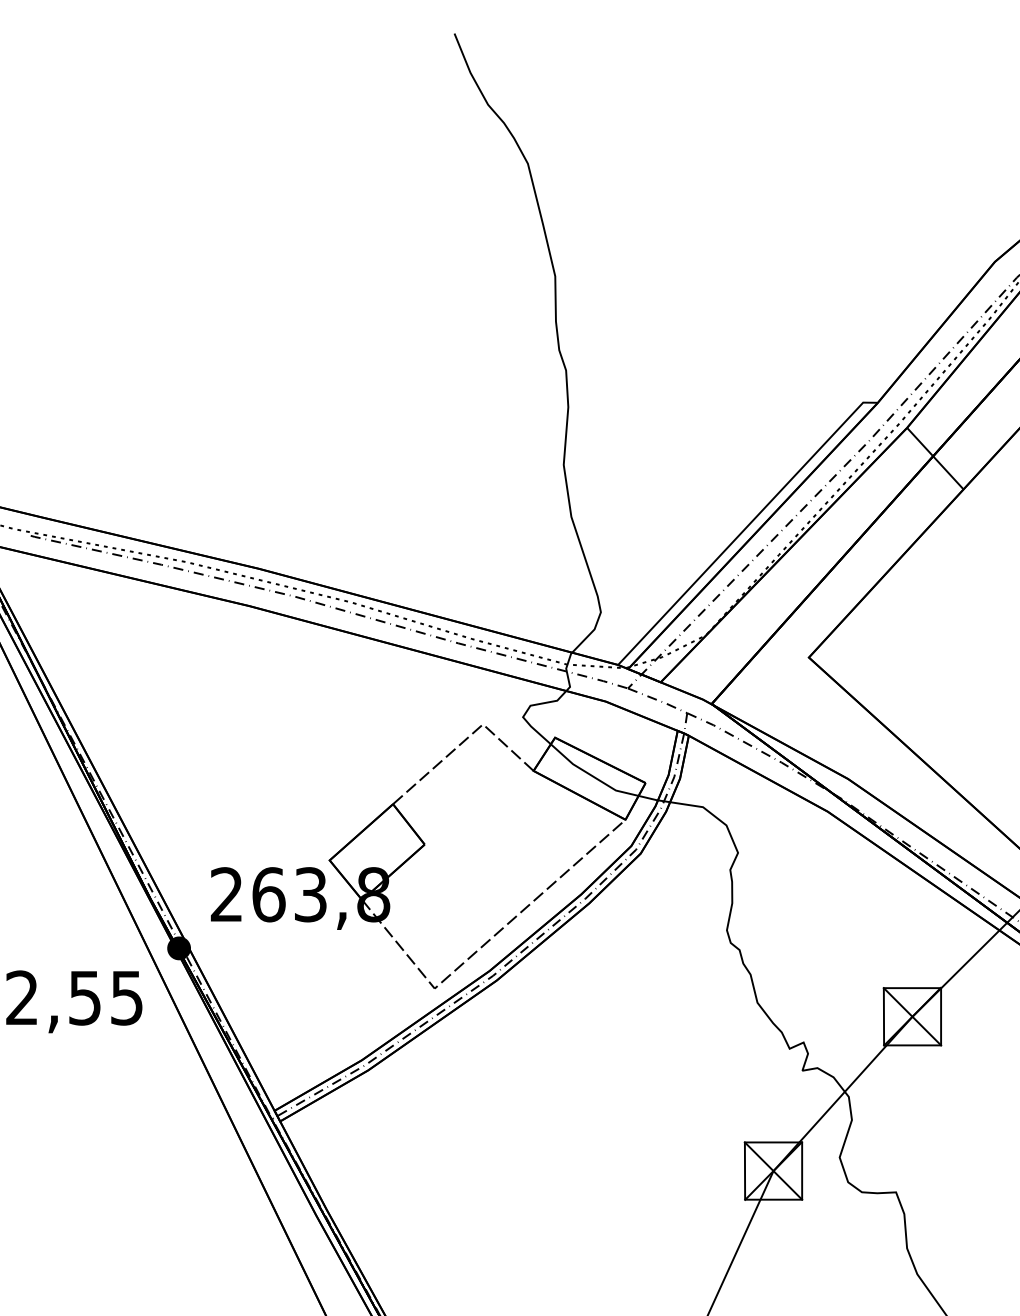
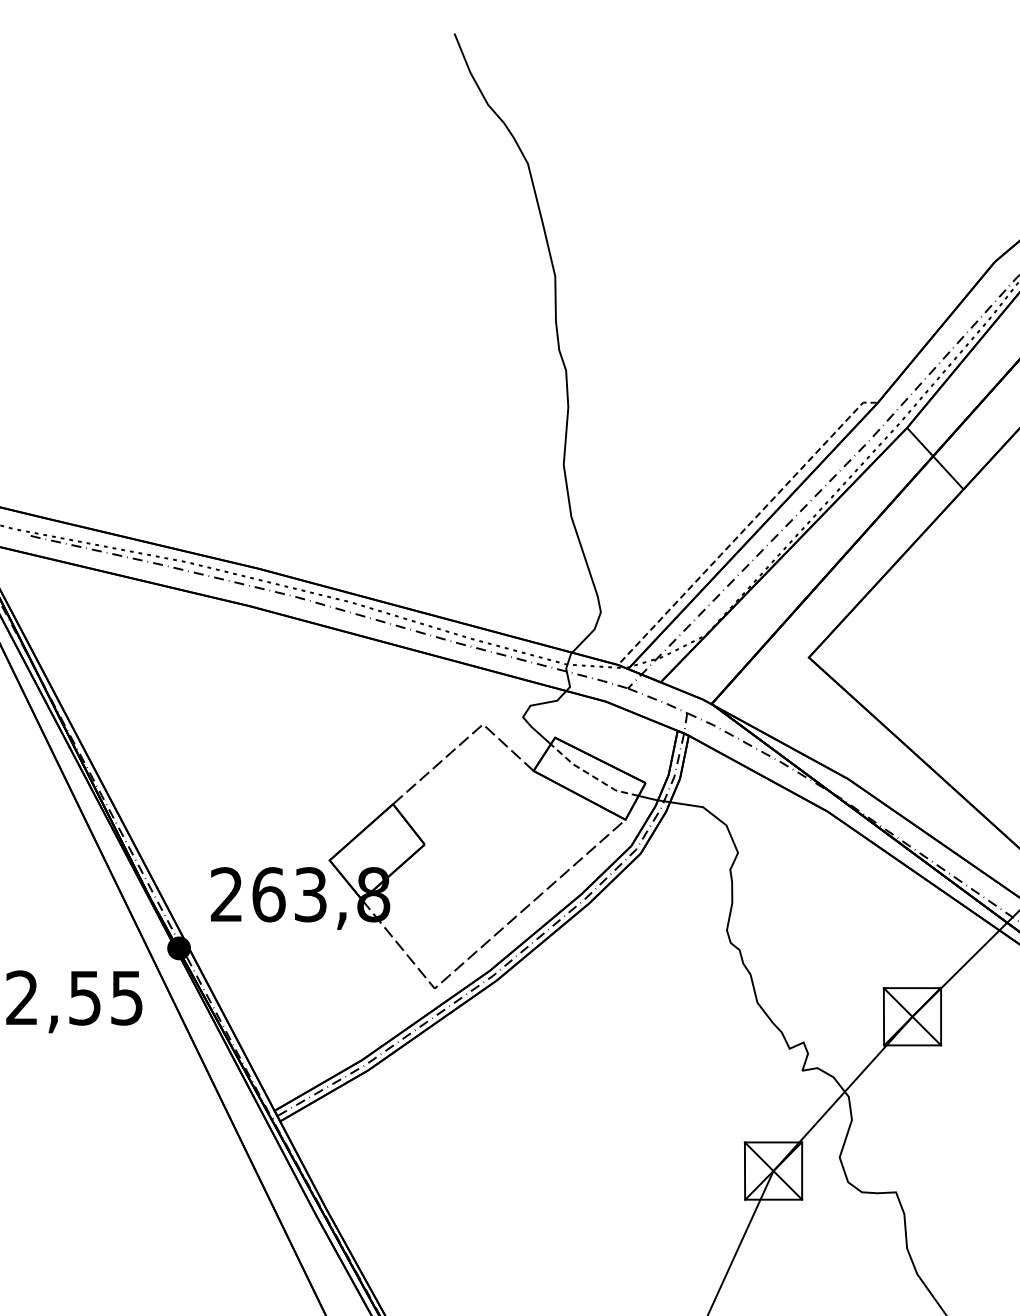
line at (746, 527): solid -> dashed
line at (591, 775): solid -> dashed
